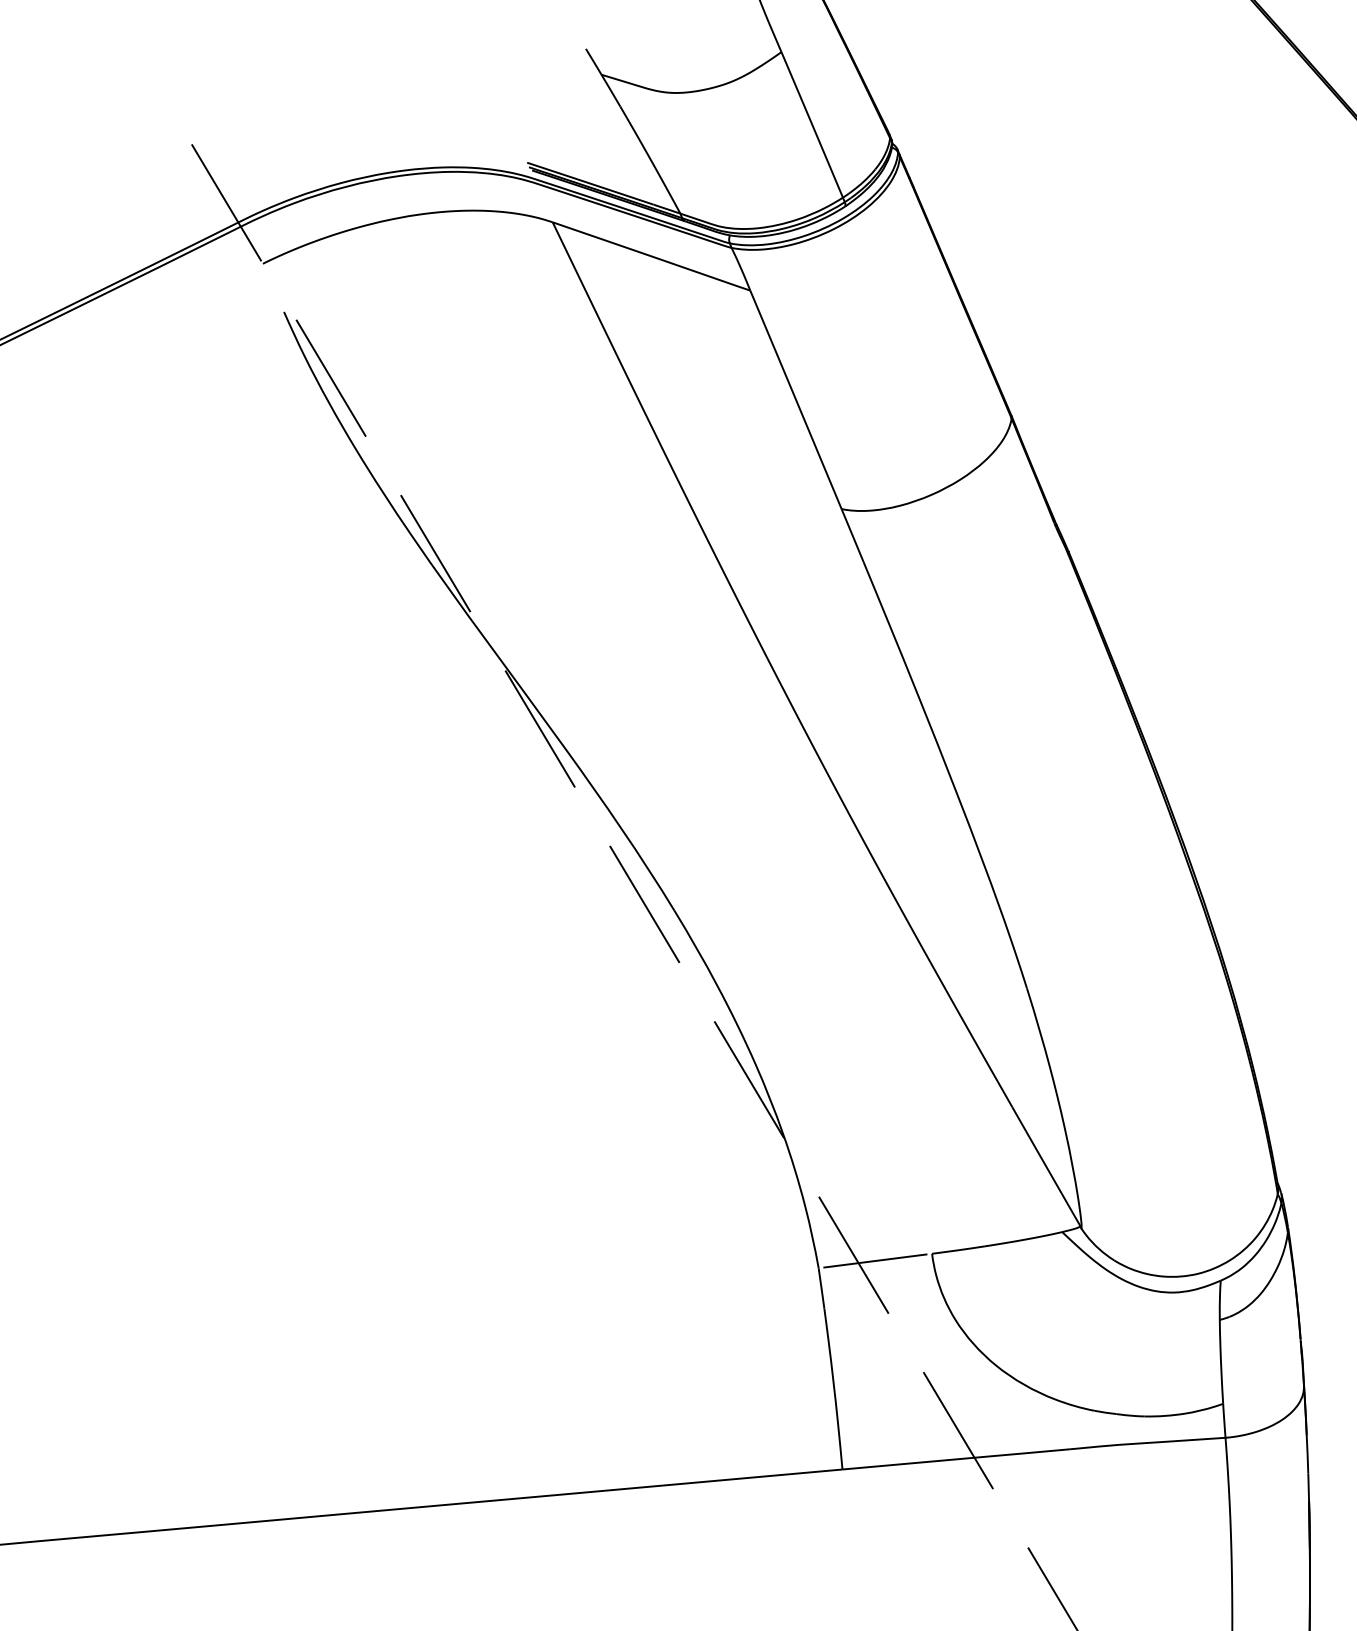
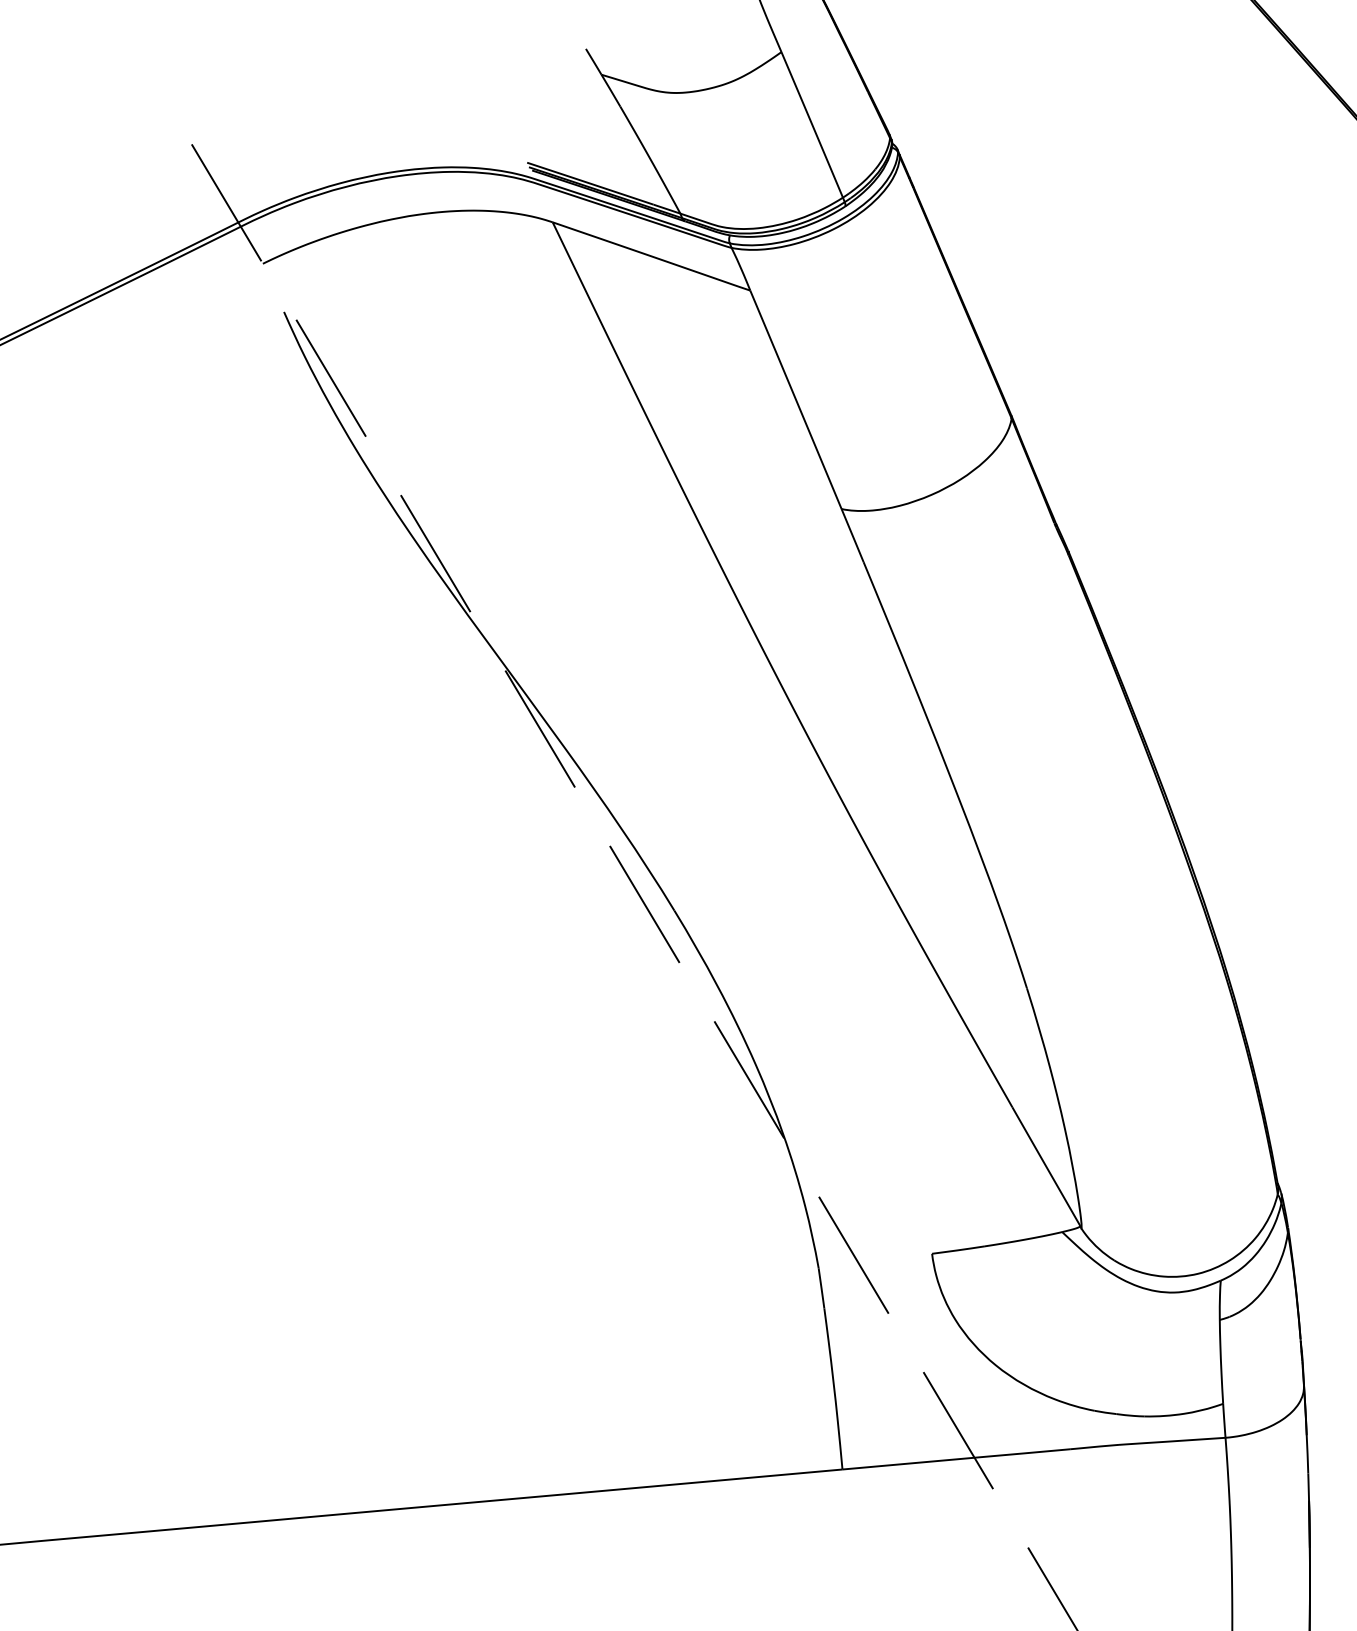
line at (875, 1260): present -> none
